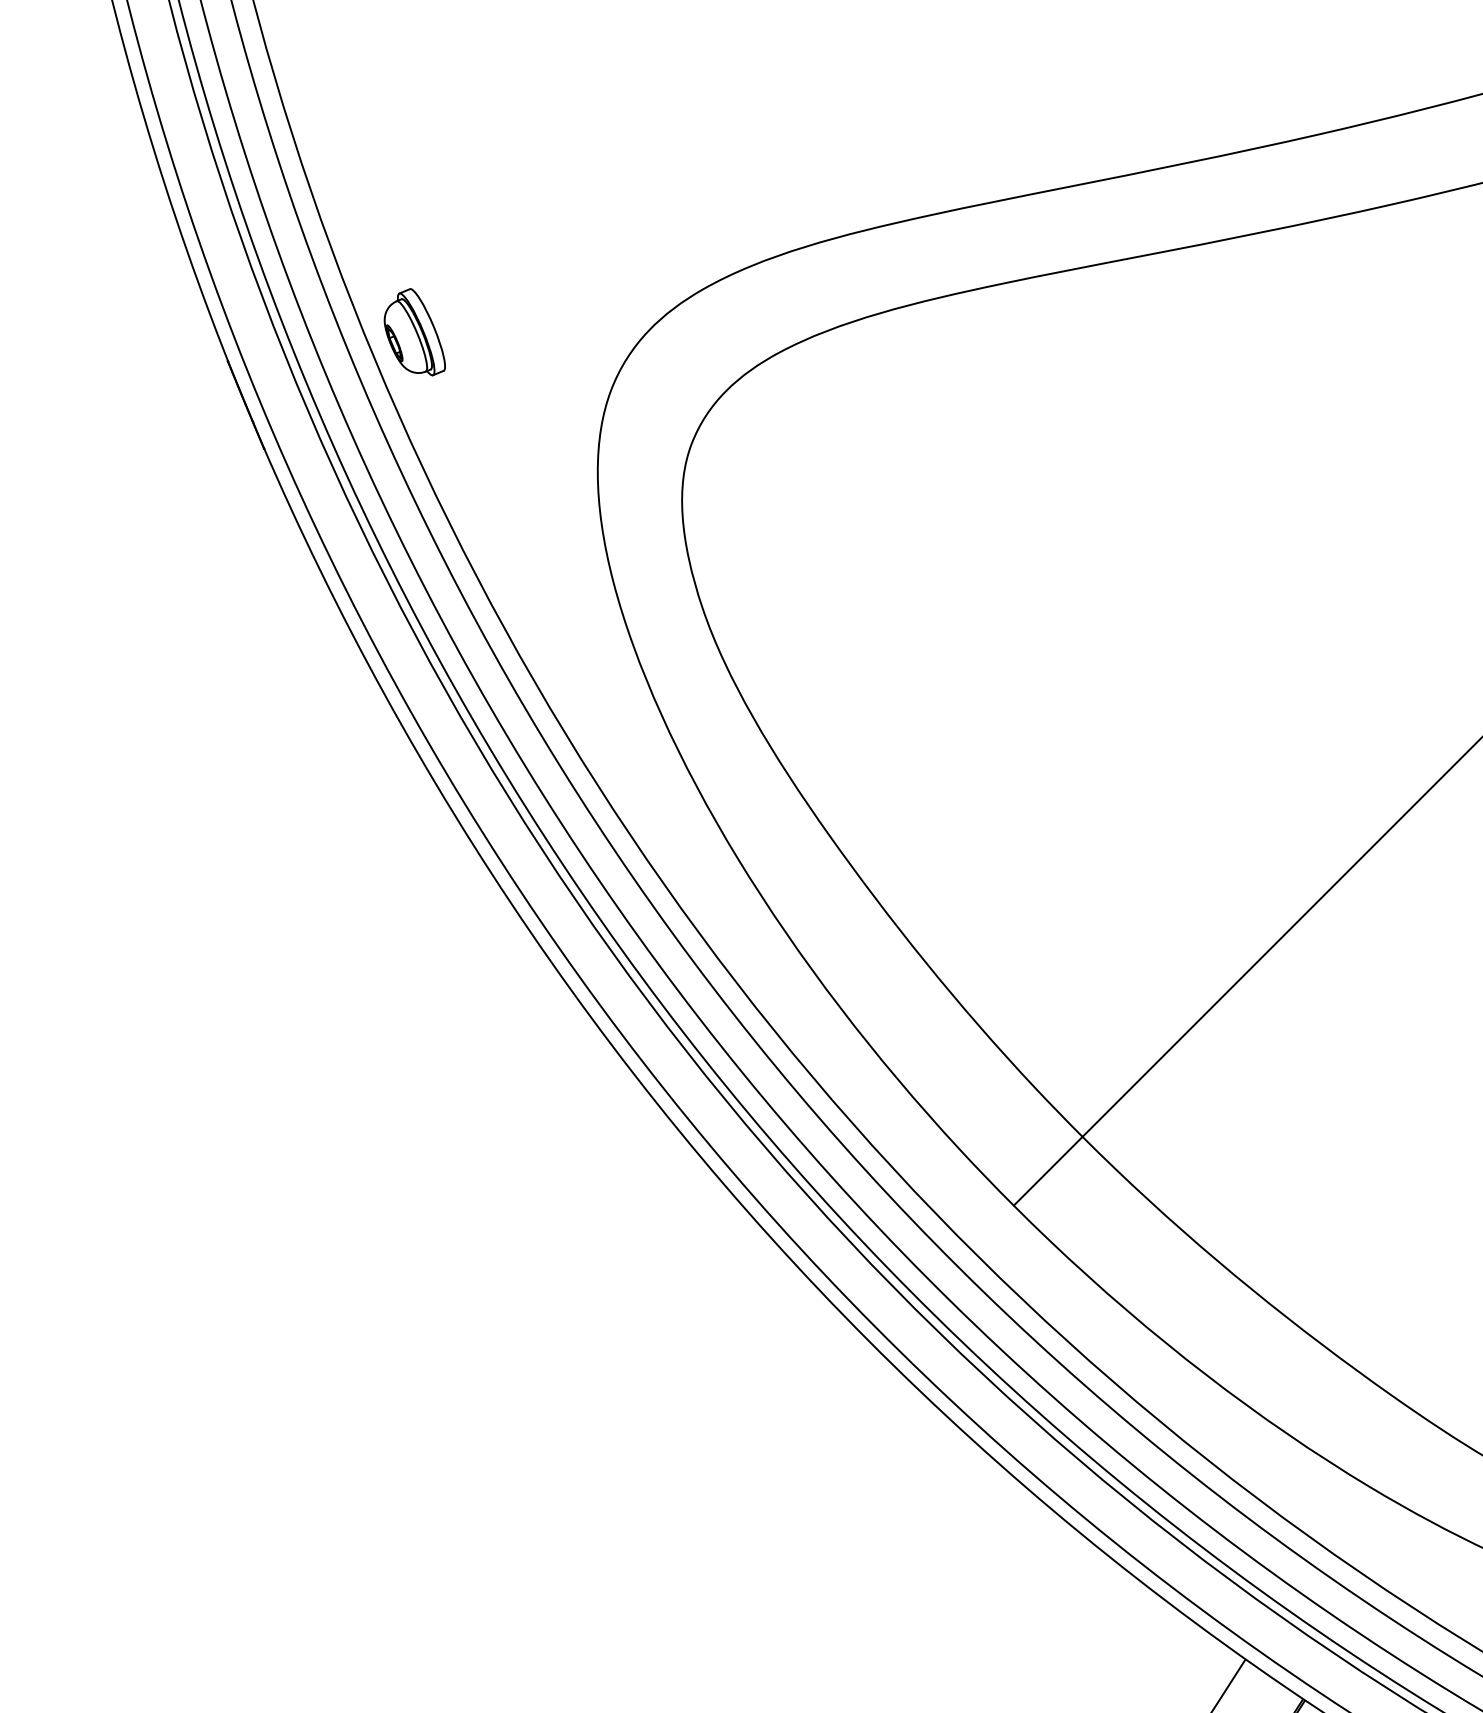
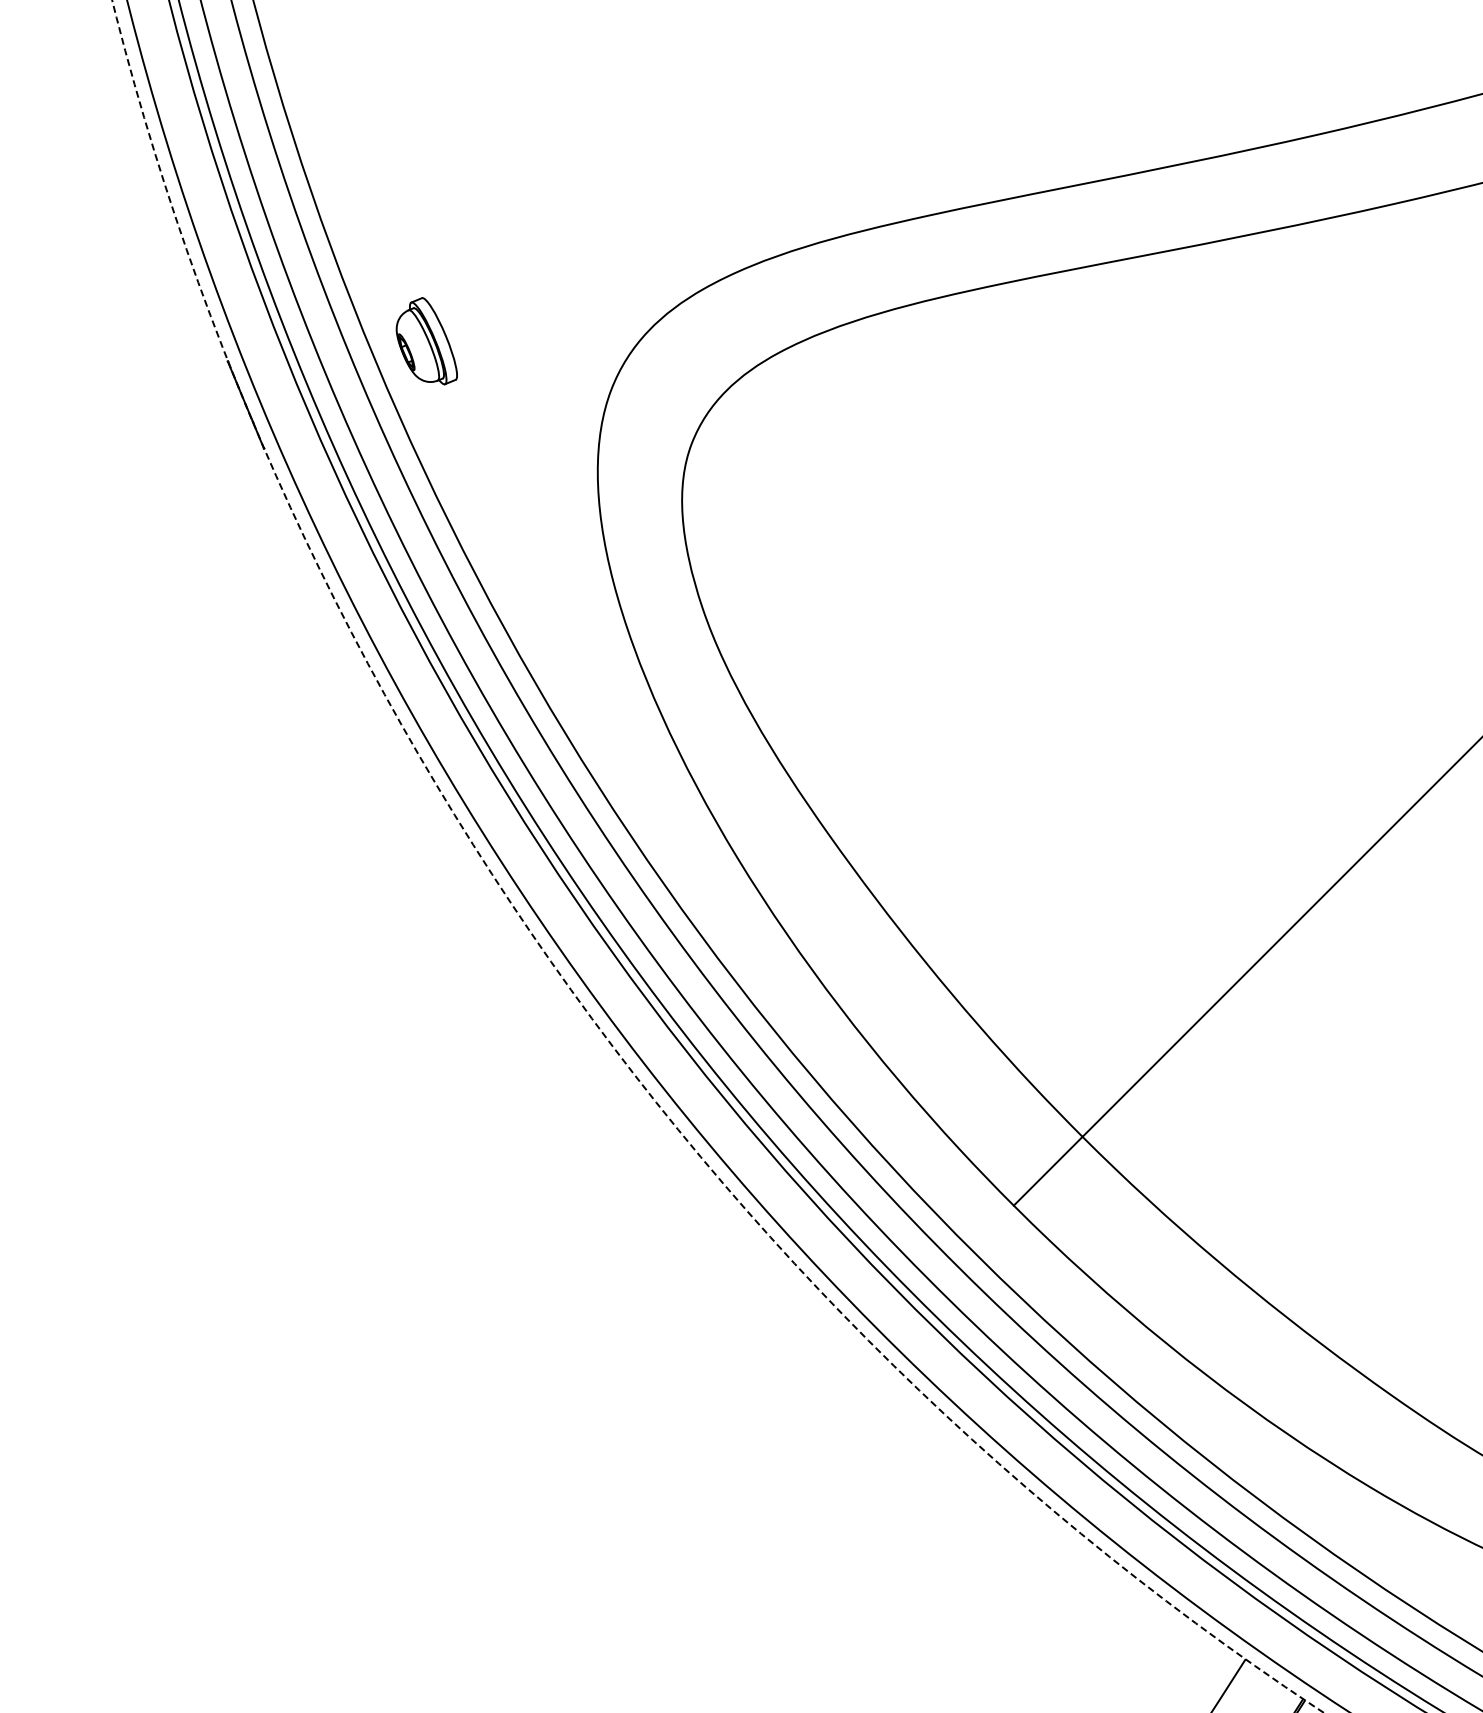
part at (414, 332) position: (414, 332) -> (426, 341)
arc at (557, 970): solid -> dashed
